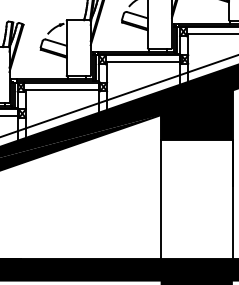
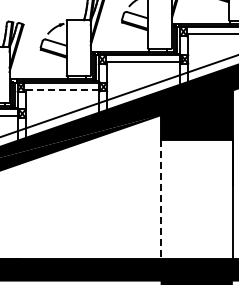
line at (61, 89): solid -> dashed
line at (160, 200): solid -> dashed
